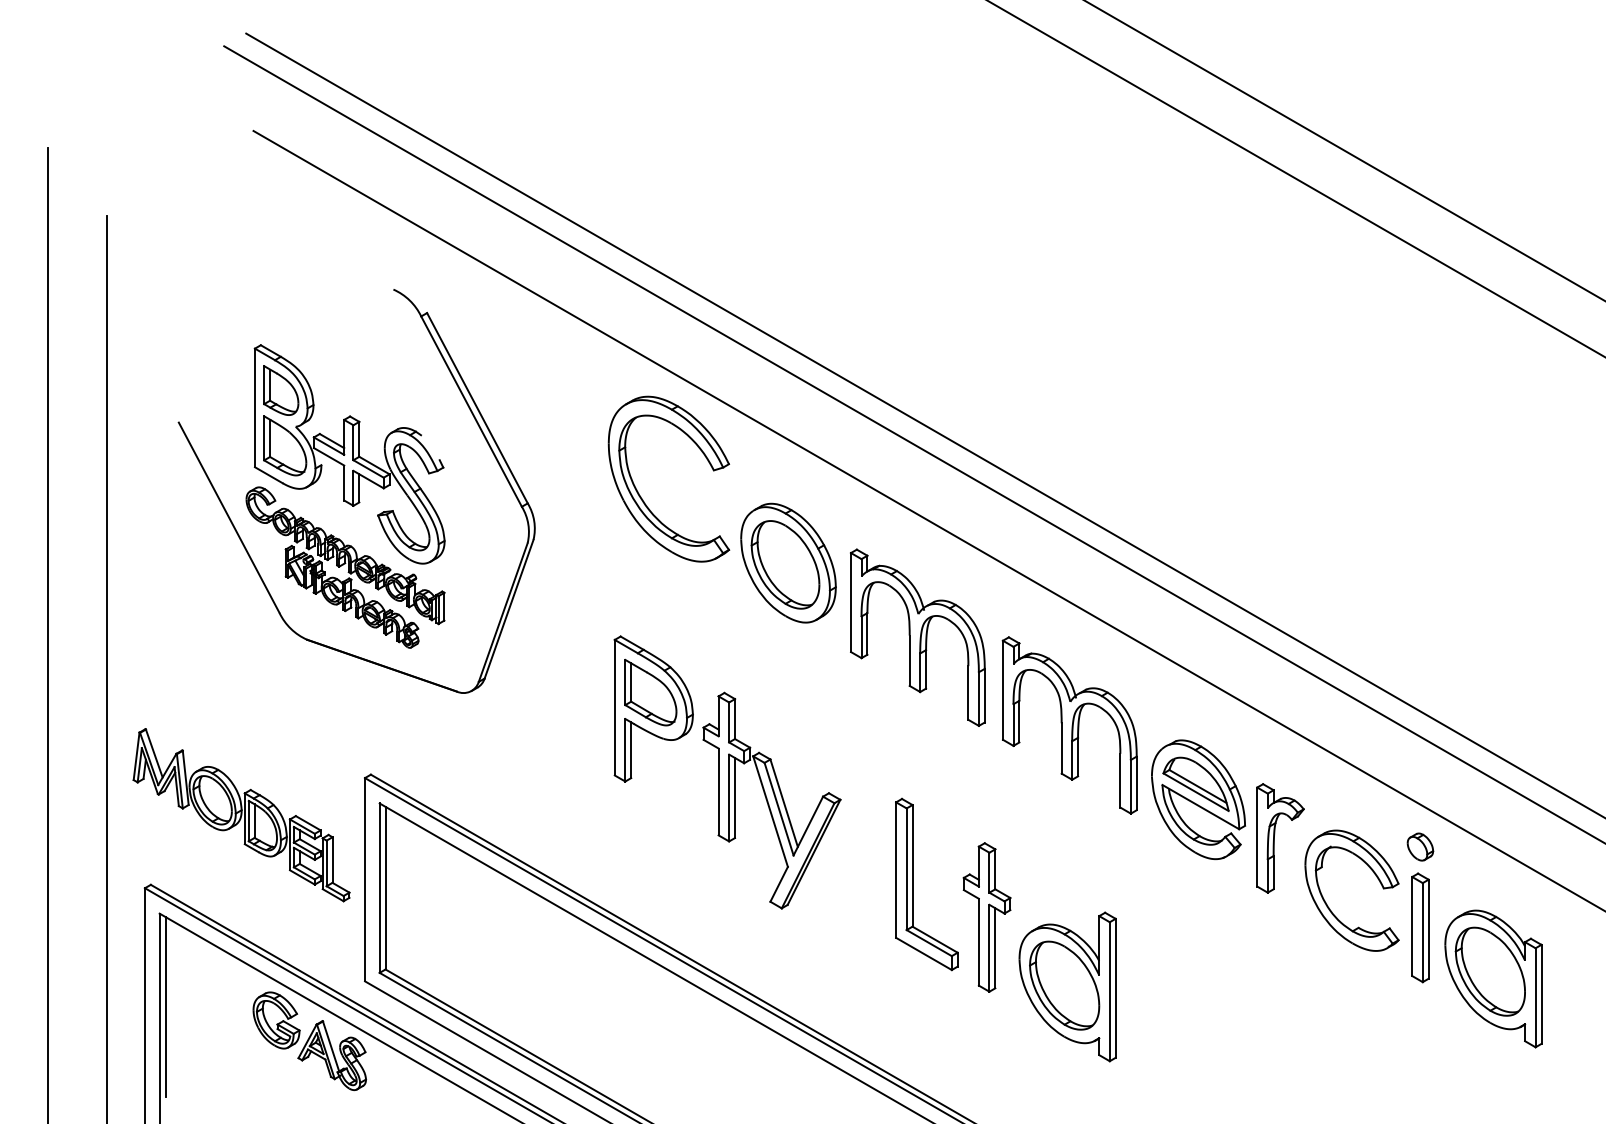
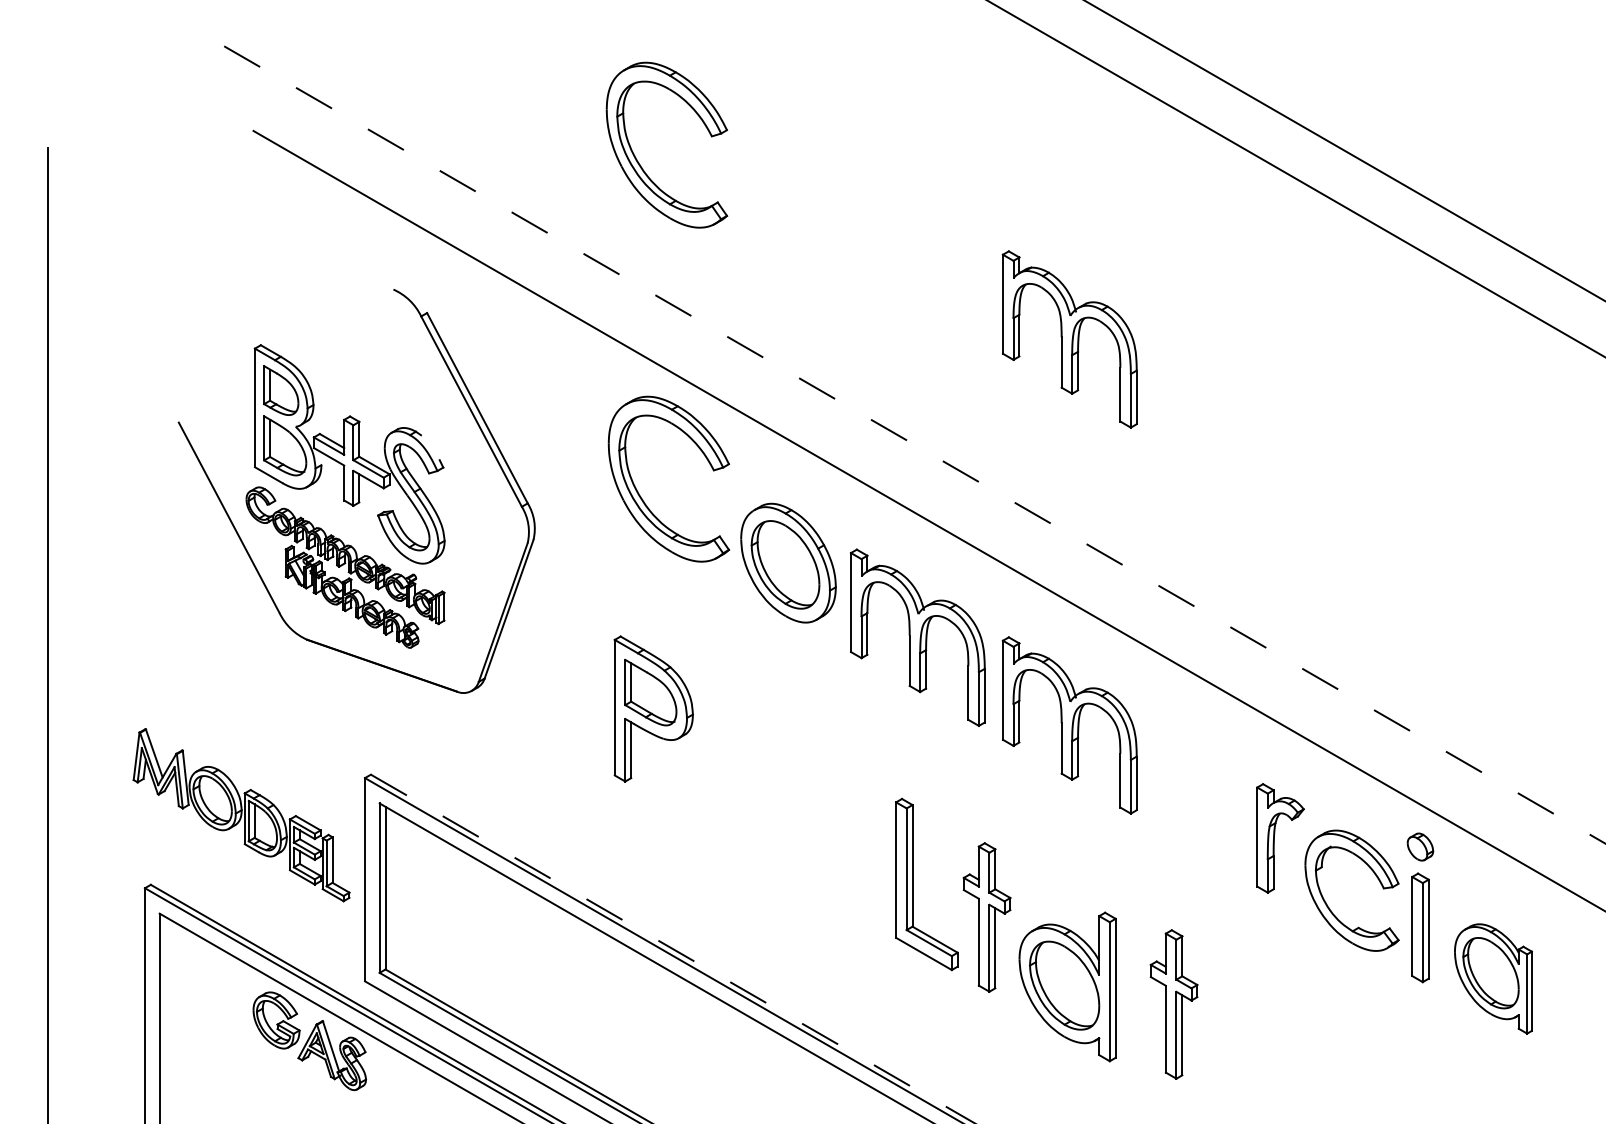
part at (639, 162): none -> present
part at (1069, 339): none -> present
line at (924, 424): present -> none
line at (915, 445): solid -> dashed
line at (106, 667): present -> none
part at (1198, 799): present -> none
part at (771, 800): present -> none
line at (673, 949): solid -> dashed
part at (1493, 978) size: 99x140 px -> 79x112 px
part at (1173, 1004): none -> present
line at (165, 1006): present -> none
